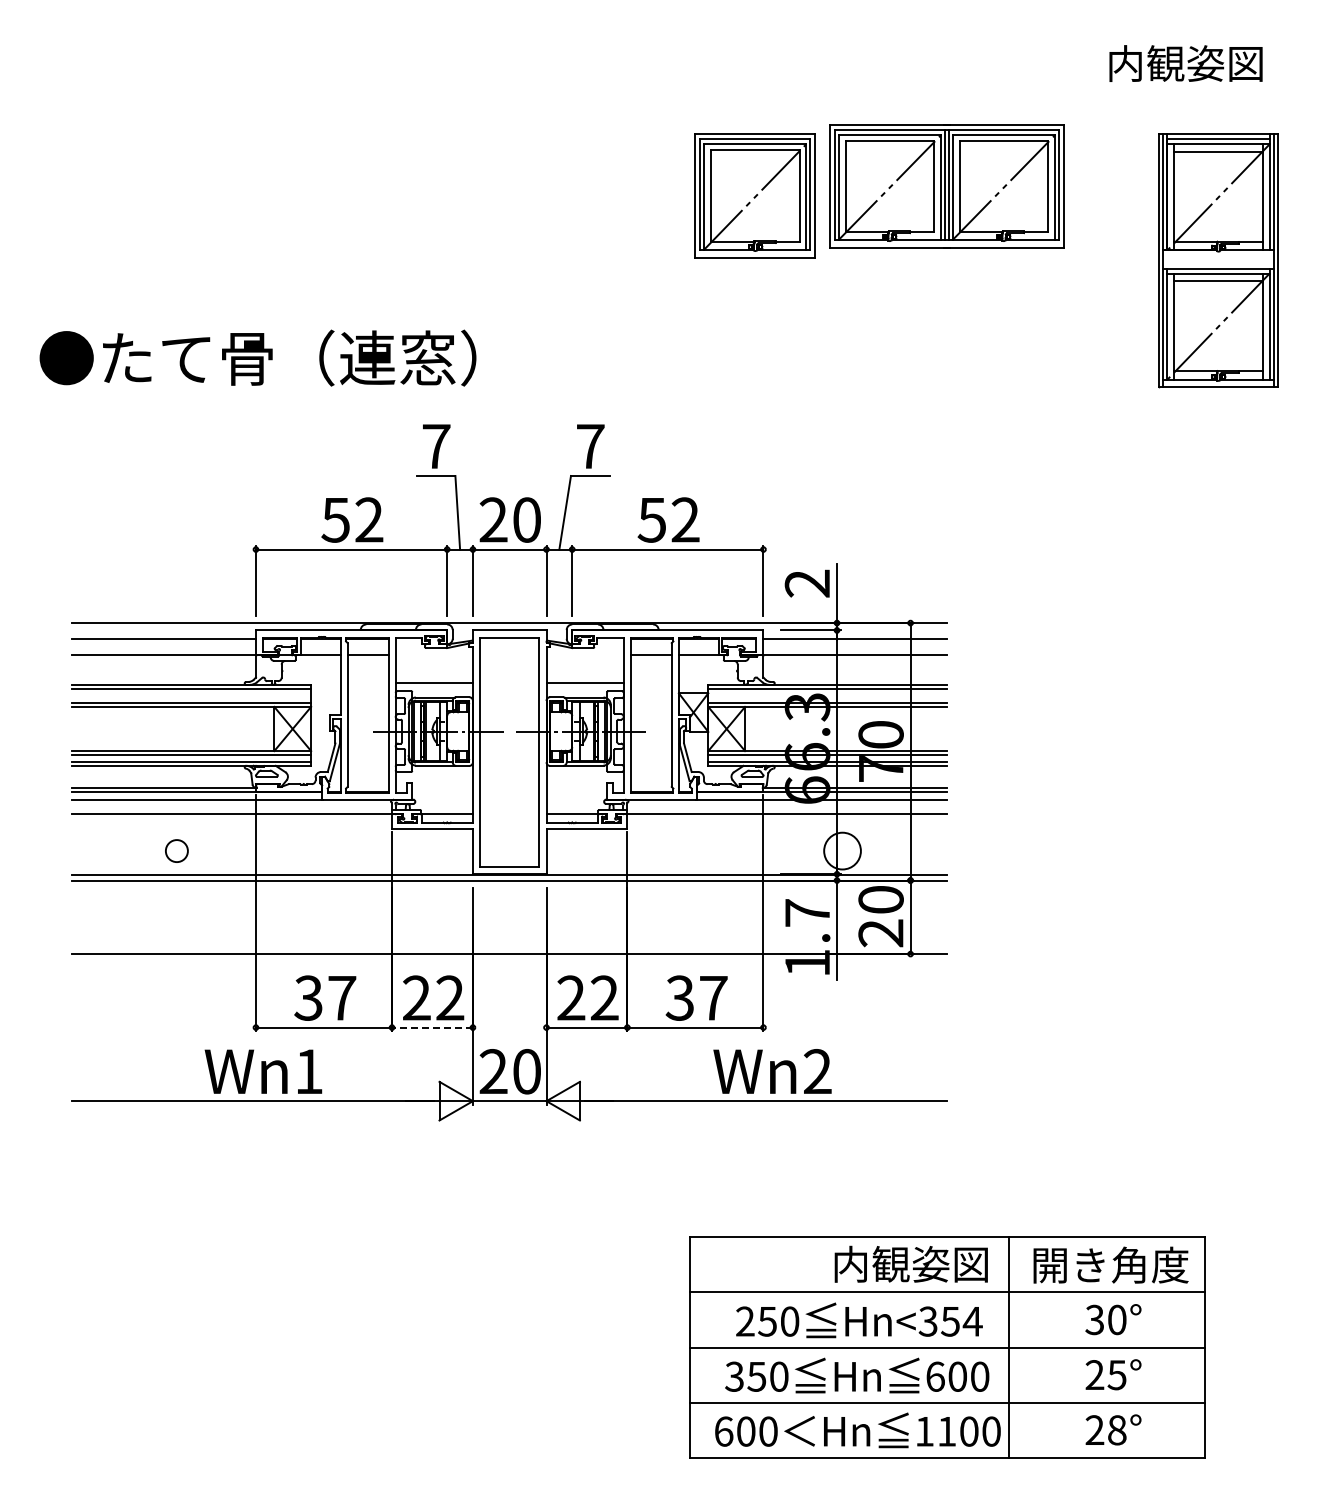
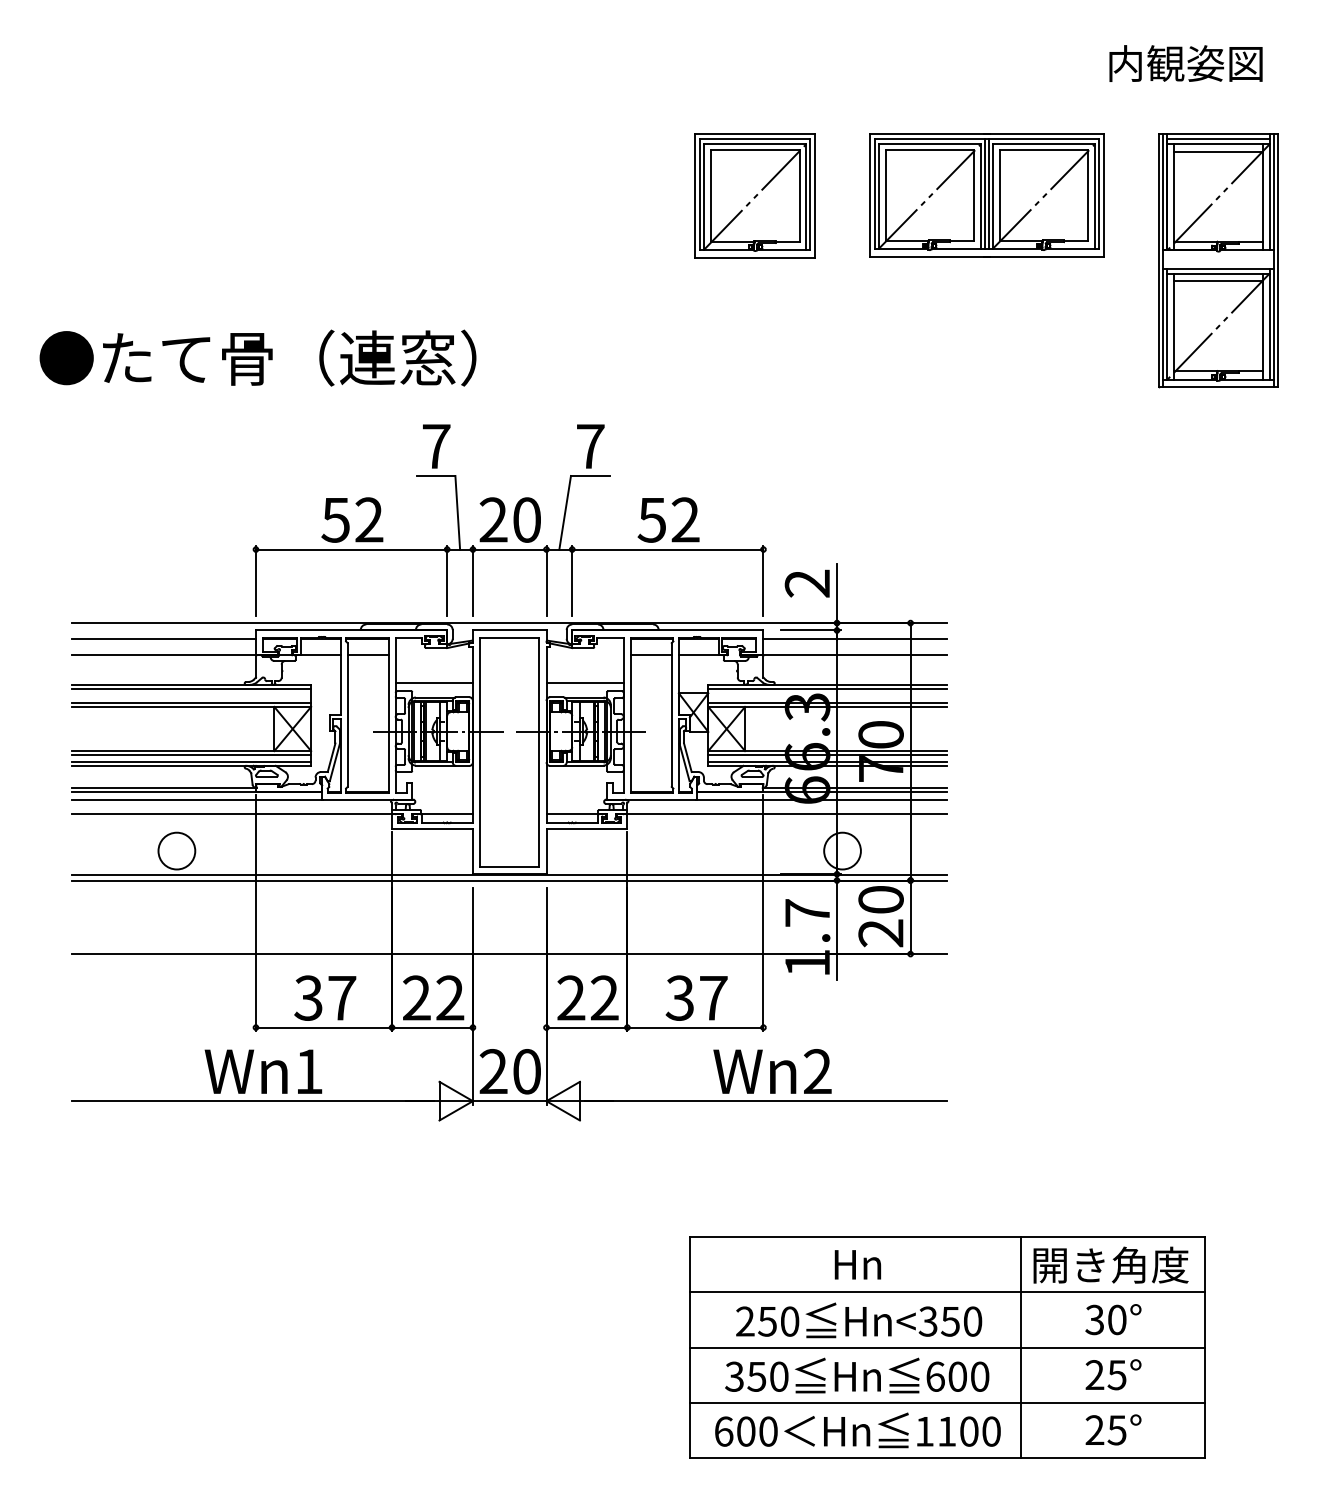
part at (946, 186) position: (946, 186) -> (986, 195)
circle at (176, 851) diameter: 22 px -> 37 px
line at (431, 1027): dashed -> solid
text at (910, 1263): 内観姿図 -> Hn
text at (972, 1321): Hn<354 -> Hn<350
line at (1008, 1347) position: (1008, 1347) -> (1020, 1347)
text at (1116, 1430): 28° -> 25°
